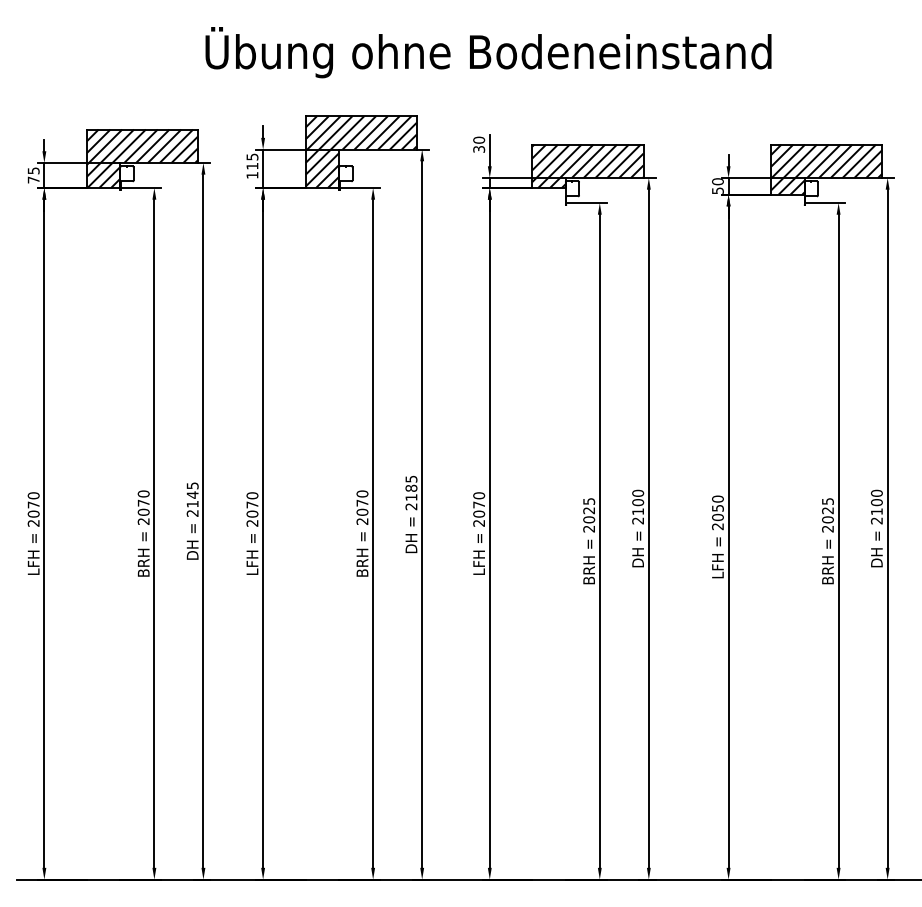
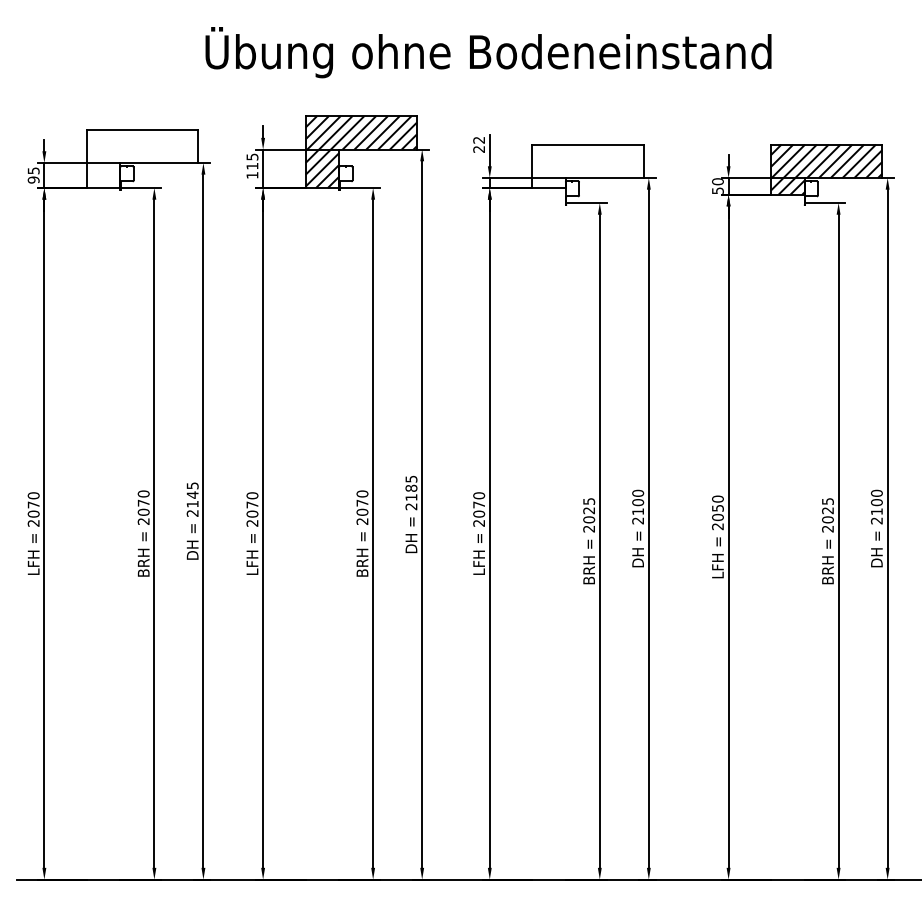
text at (479, 144): 30 -> 22
hatch at (142, 158): present -> none
hatch at (587, 166): present -> none
text at (33, 179): 75 -> 95
